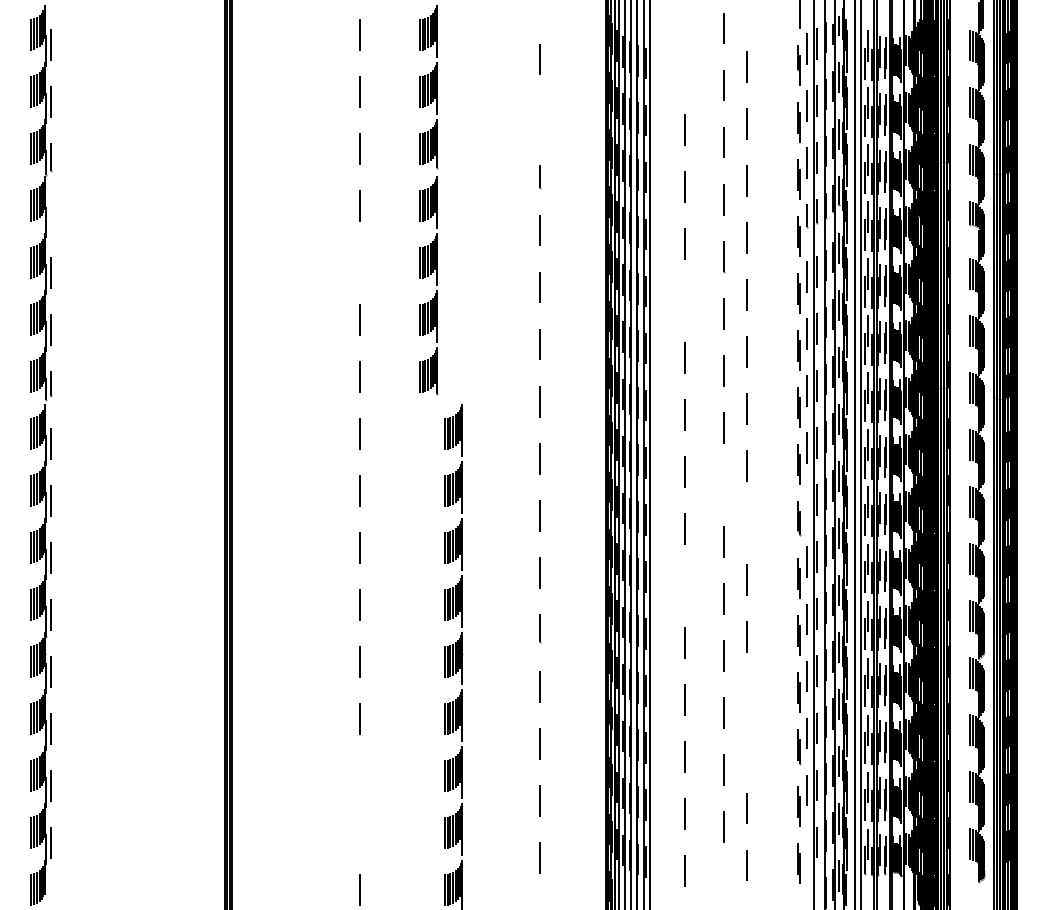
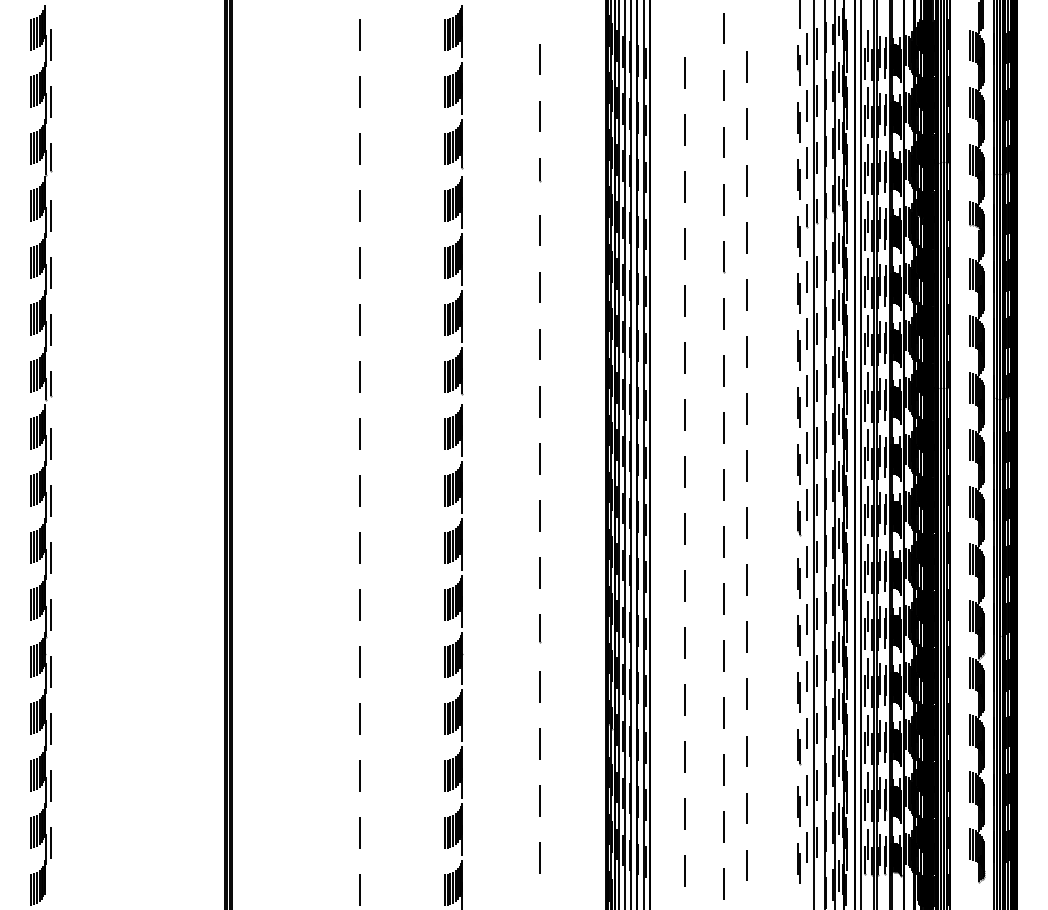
line at (684, 72): none -> present
line at (540, 116): none -> present
line at (540, 177) position: (540, 177) -> (540, 170)
part at (428, 200) position: (428, 200) -> (453, 200)
line at (50, 215): none -> present
line at (359, 262): none -> present
line at (684, 300): none -> present
line at (723, 484): none -> present
line at (807, 505): none -> present
line at (746, 523): none -> present
line at (684, 585): none -> present
line at (746, 694): none -> present
line at (746, 751): none -> present
line at (359, 775): none -> present
line at (359, 833): none -> present
line at (807, 847): none -> present
line at (723, 883): none -> present
